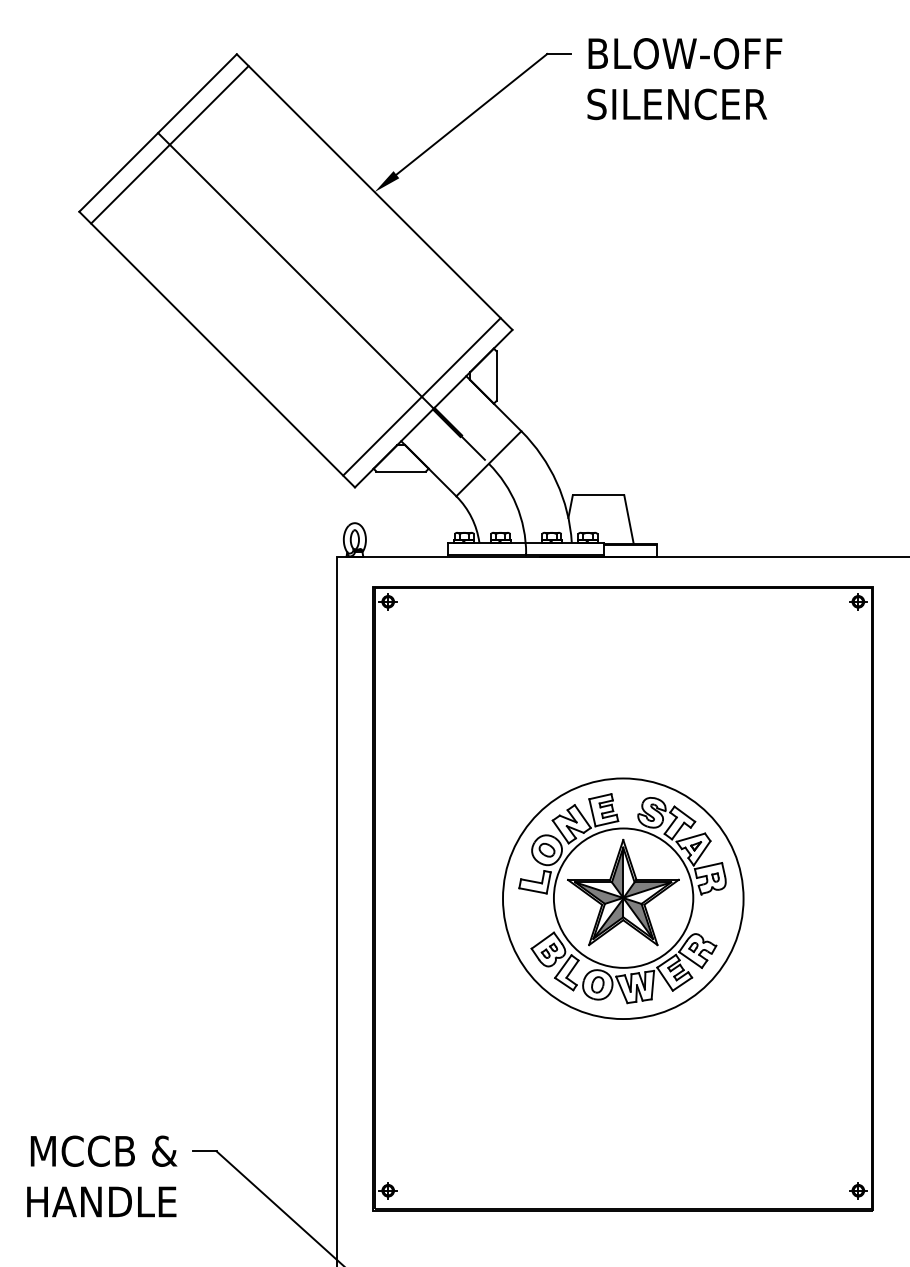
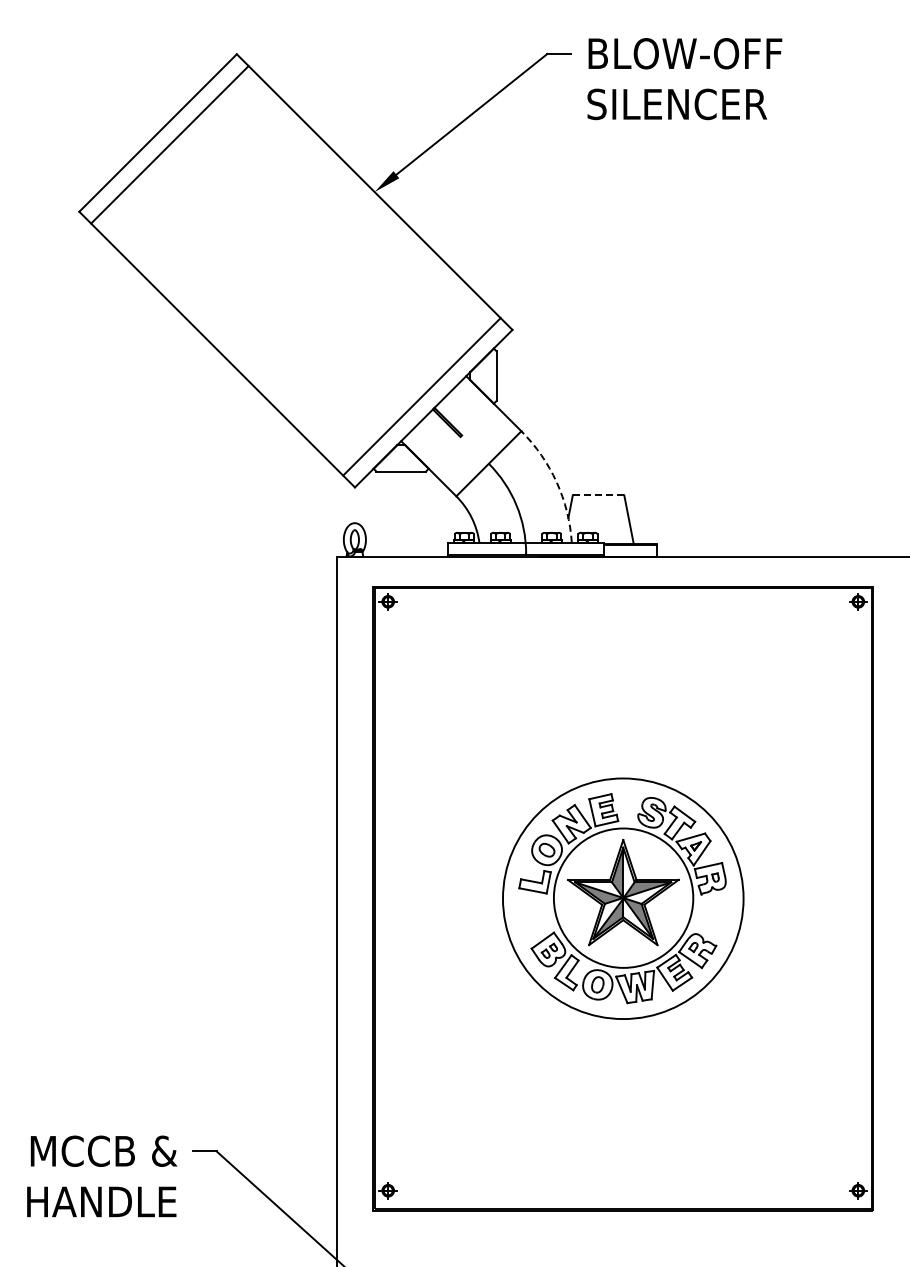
line at (321, 296): present -> none
arc at (556, 482): solid -> dashed
line at (598, 495): solid -> dashed
